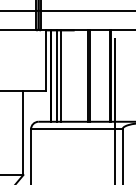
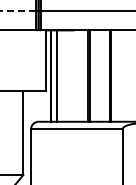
line at (18, 10): solid -> dashed
line at (60, 75): present -> none
line at (114, 109): present -> none
